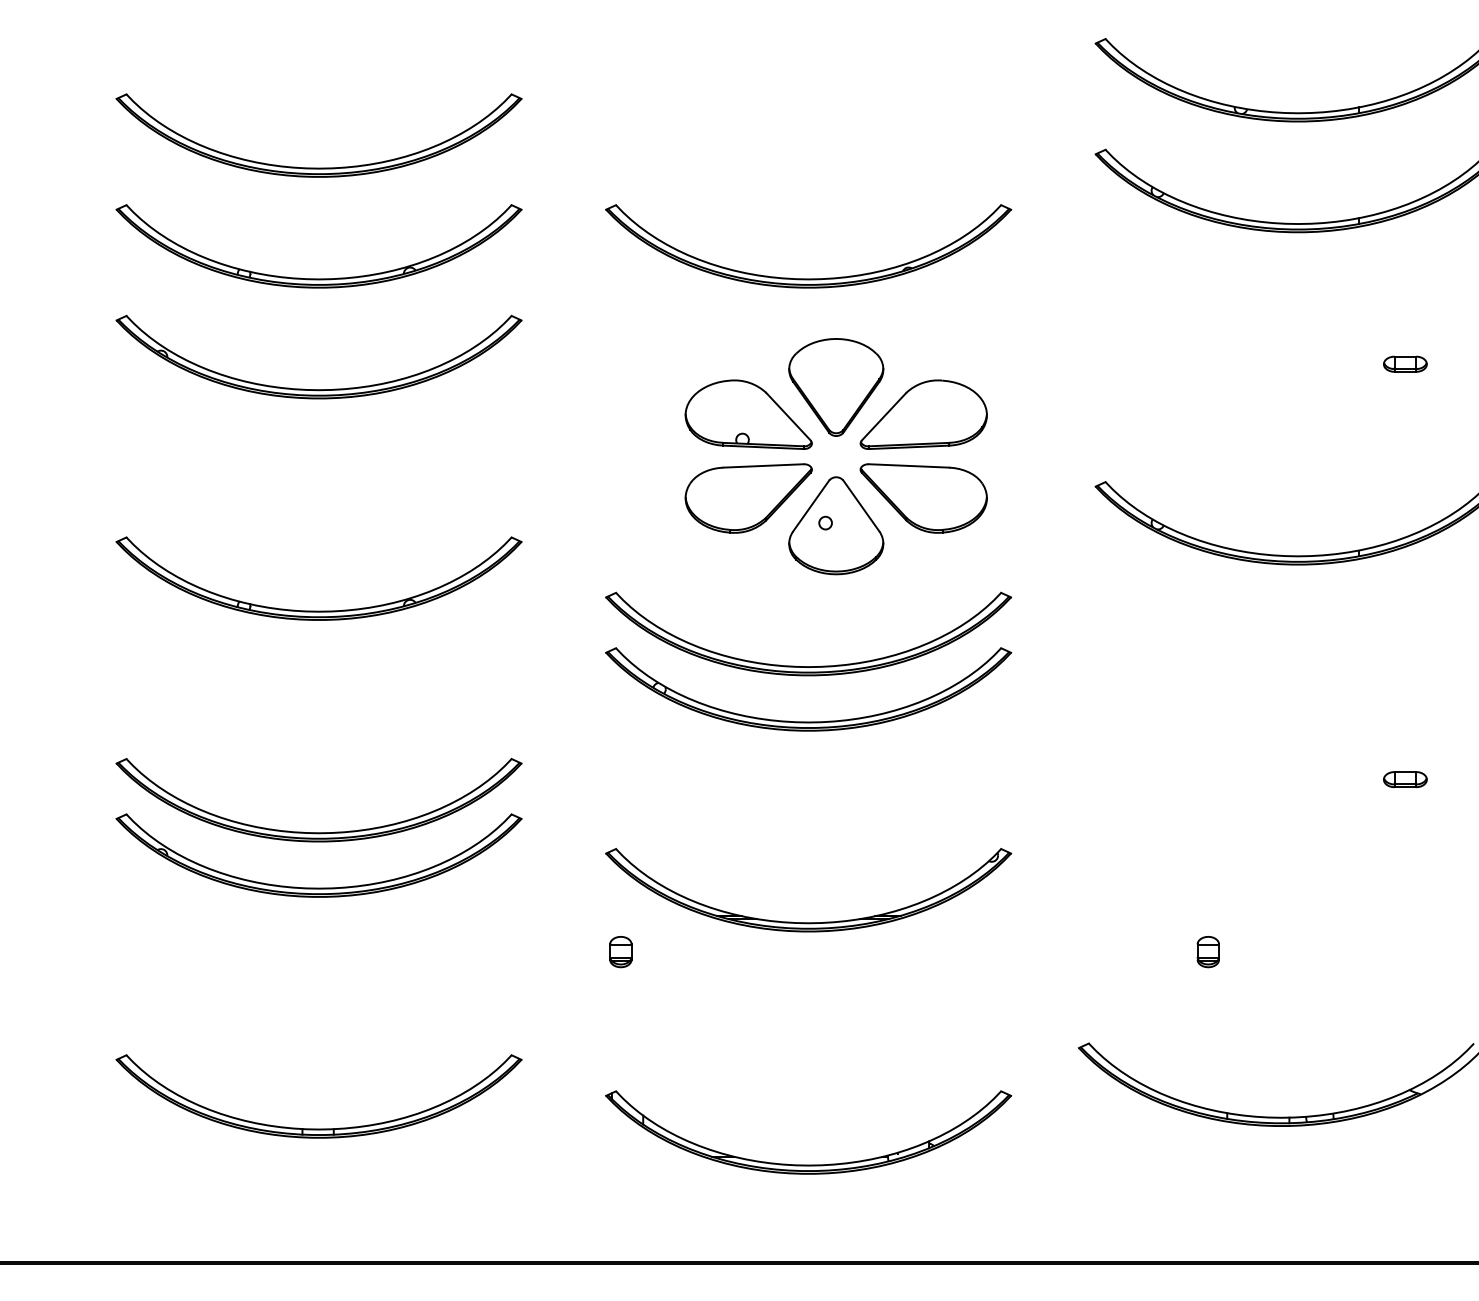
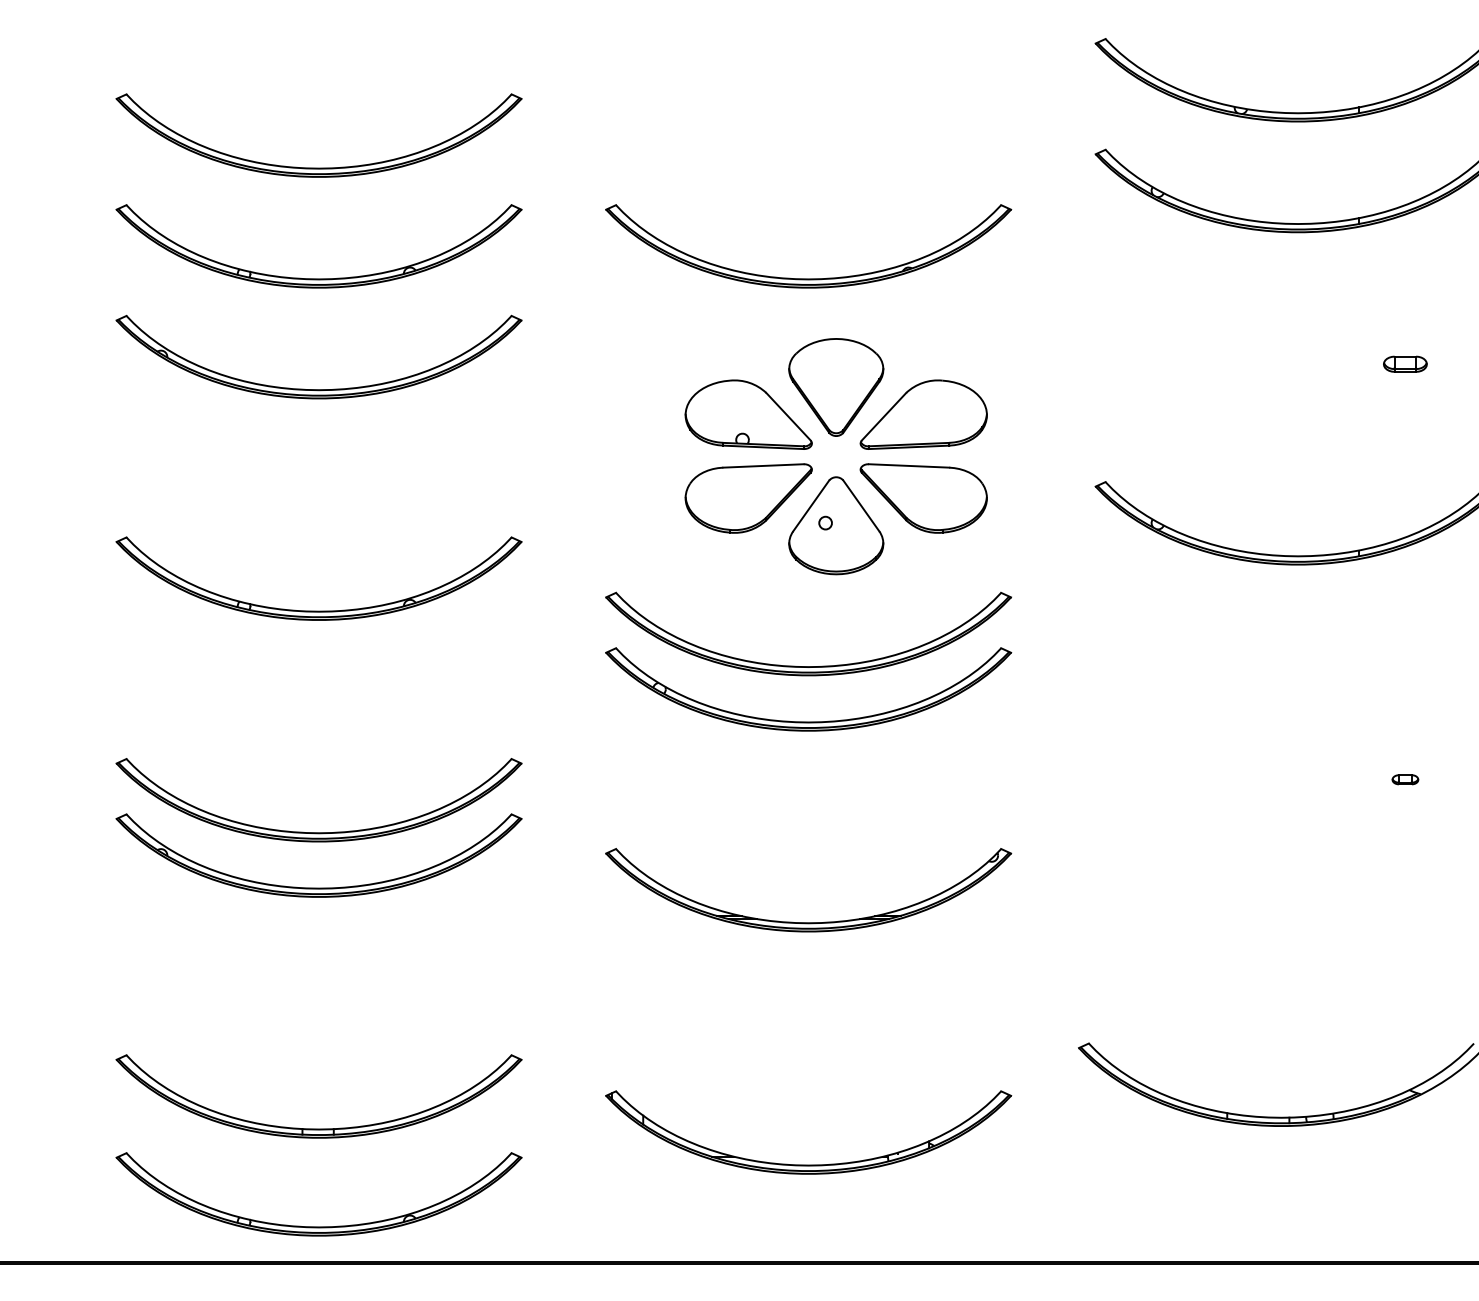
part at (1405, 779) size: 45x18 px -> 29x12 px
part at (620, 952): present -> none
part at (1207, 952): present -> none
part at (318, 1226): none -> present
